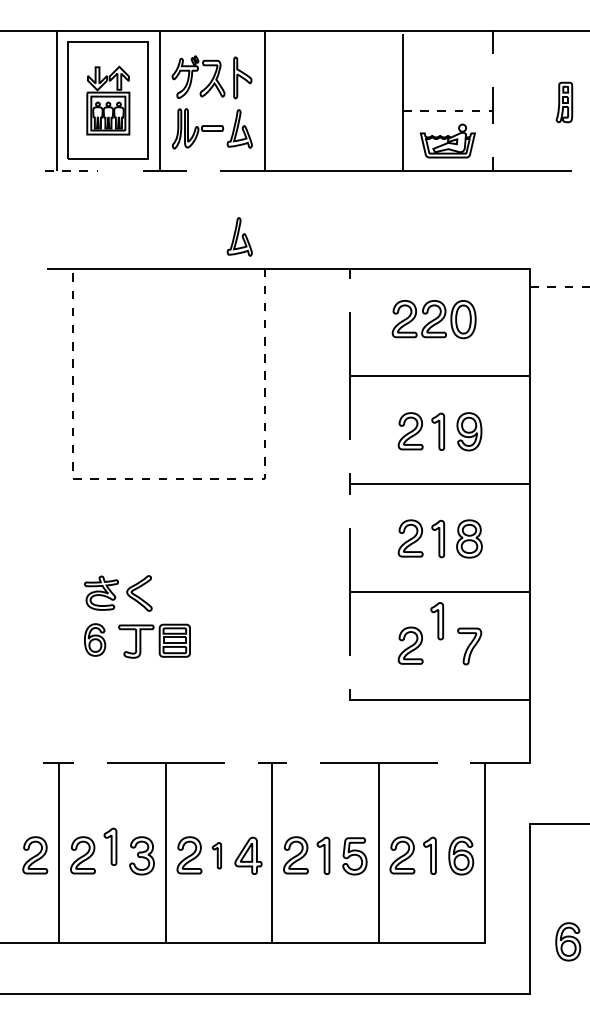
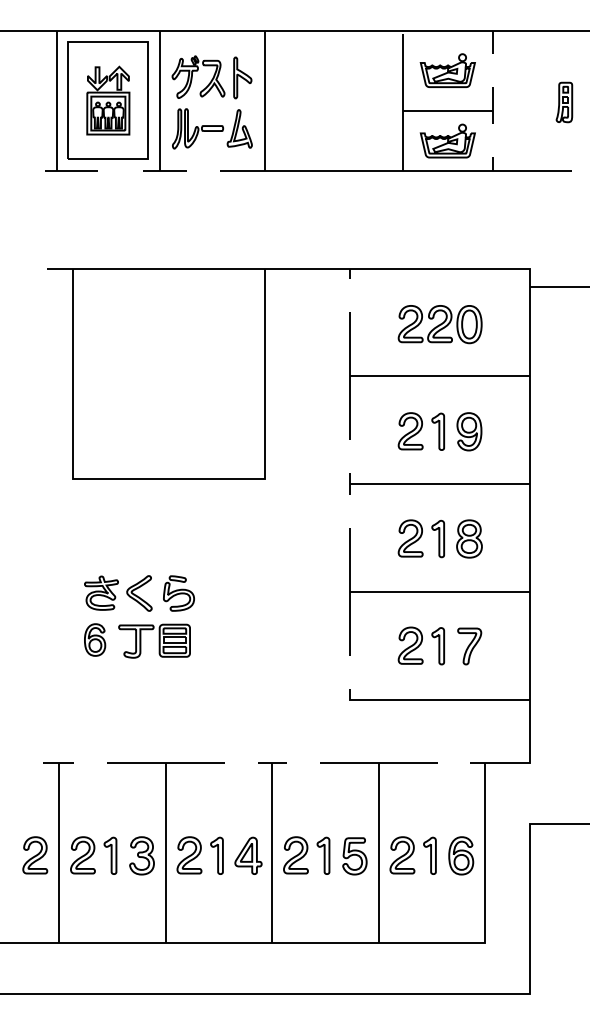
part at (447, 70): none -> present
line at (447, 110): dashed -> solid
line at (71, 170): dashed -> solid
part at (239, 236): present -> none
line at (560, 286): dashed -> solid
part at (433, 319) position: (433, 319) -> (439, 324)
line at (168, 479): dashed -> solid
part at (178, 593): none -> present
part at (436, 621) position: (436, 621) -> (437, 646)
part at (110, 846) position: (110, 846) -> (110, 855)
part at (216, 855) size: 10x28 px -> 14x39 px
part at (568, 941): present -> none
